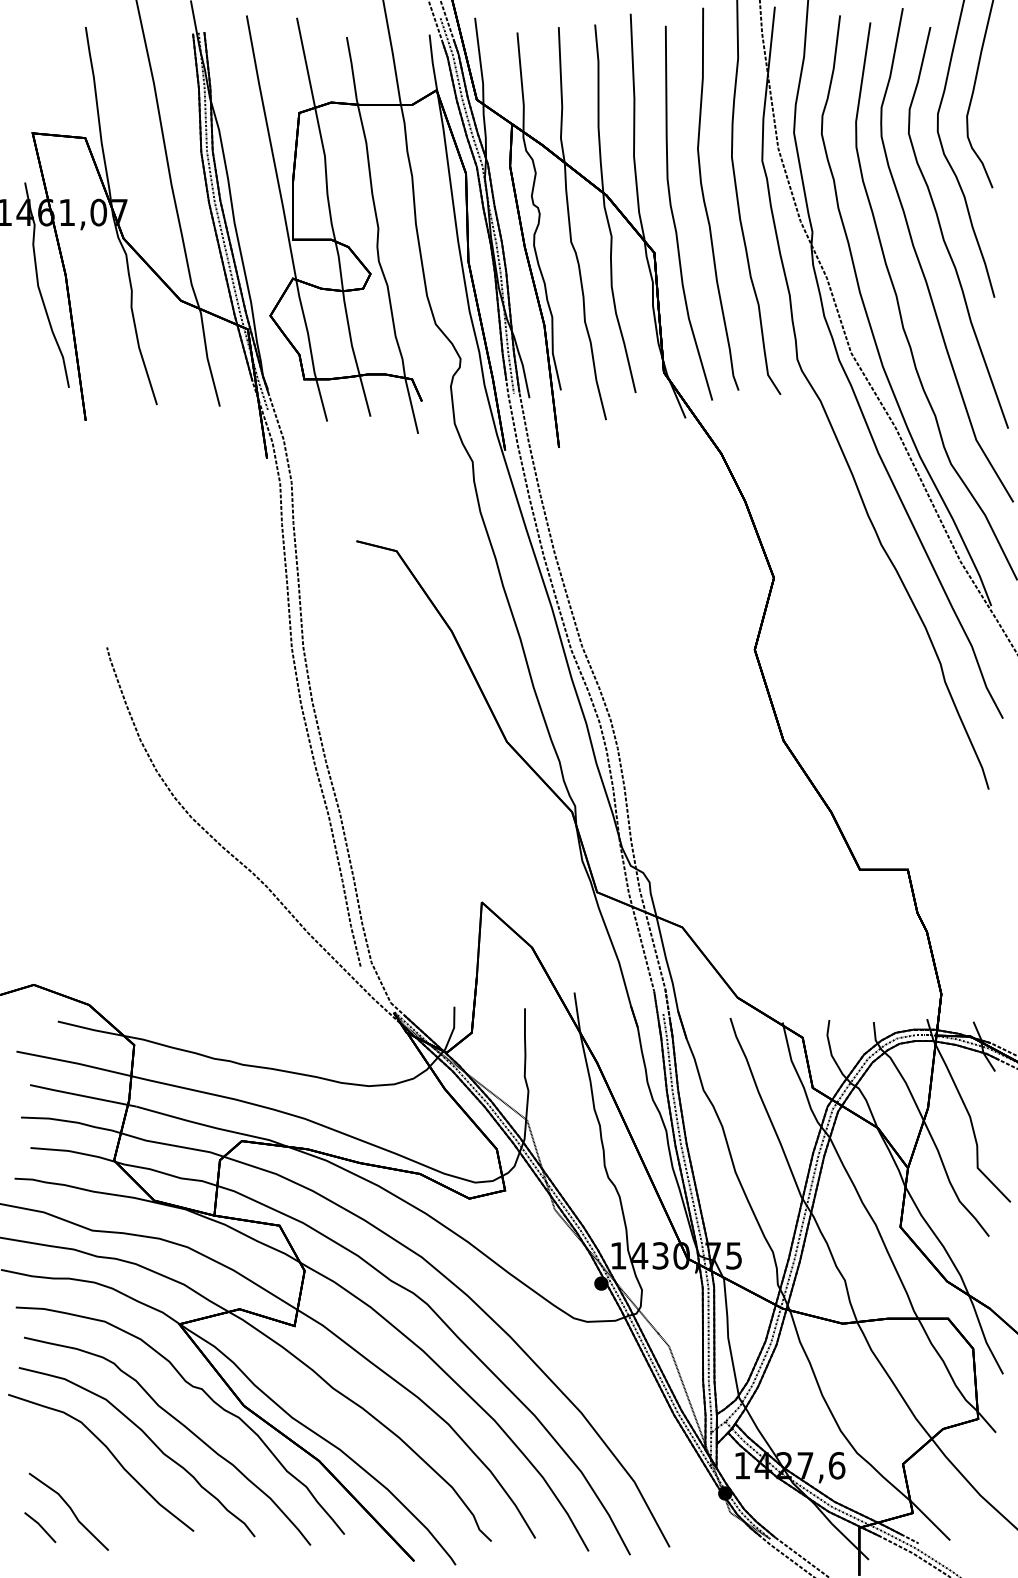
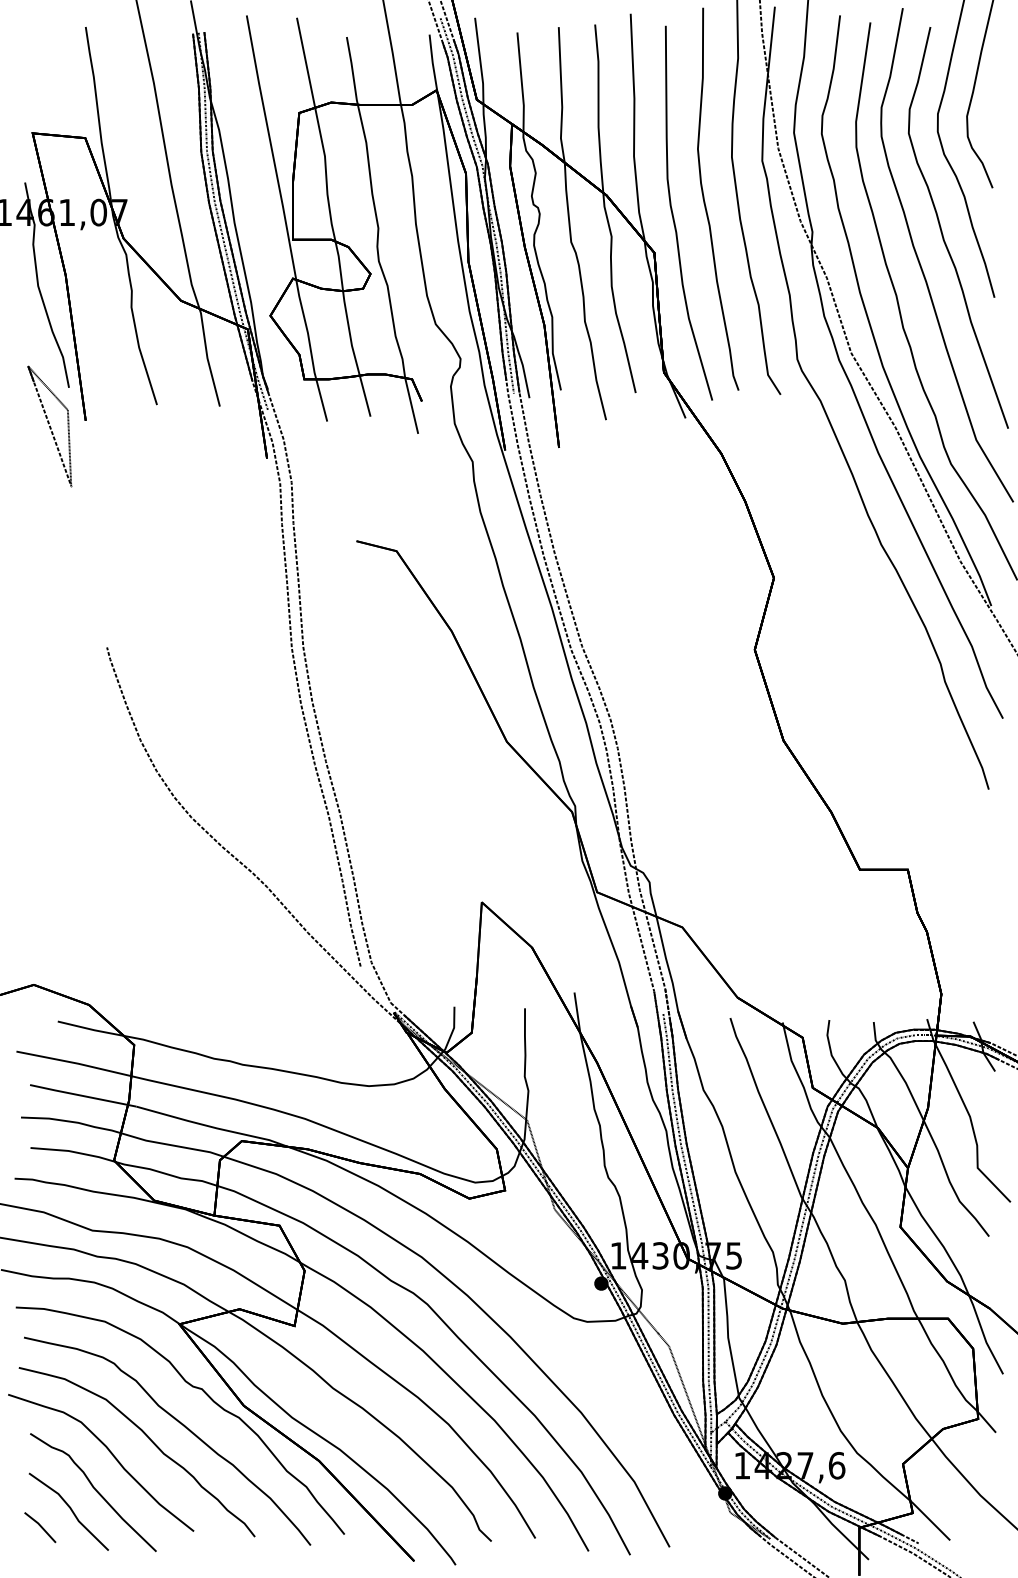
part at (49, 426): none -> present
curve at (95, 1490): none -> present
